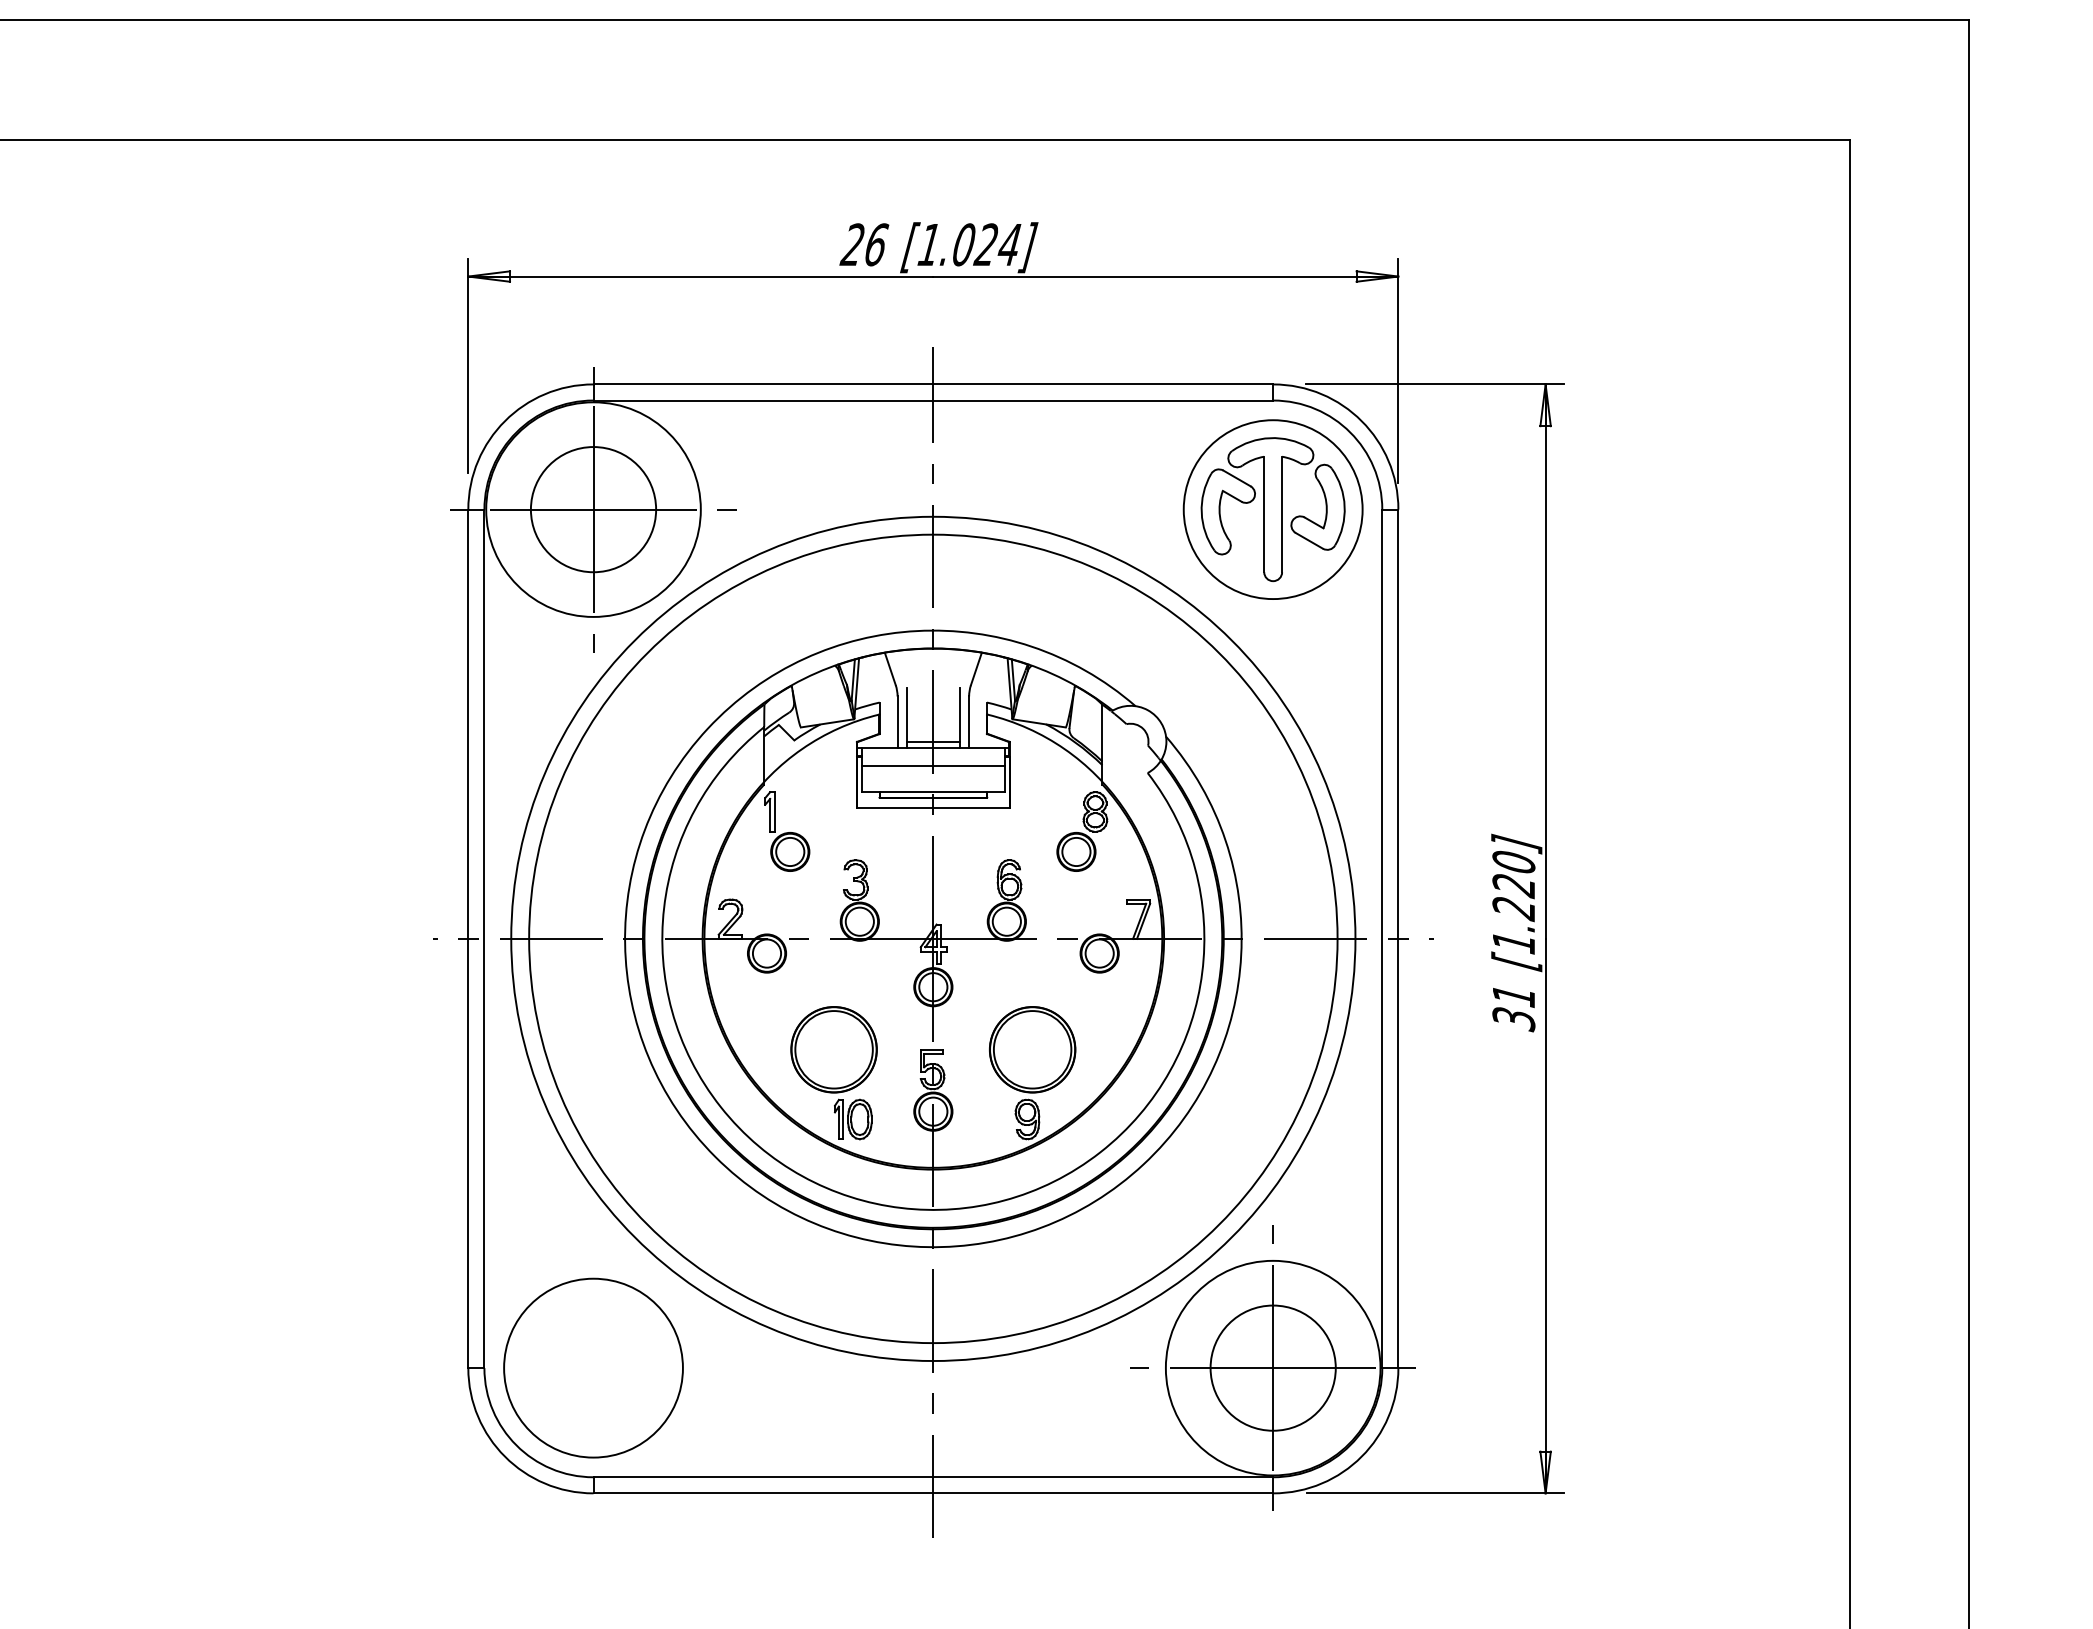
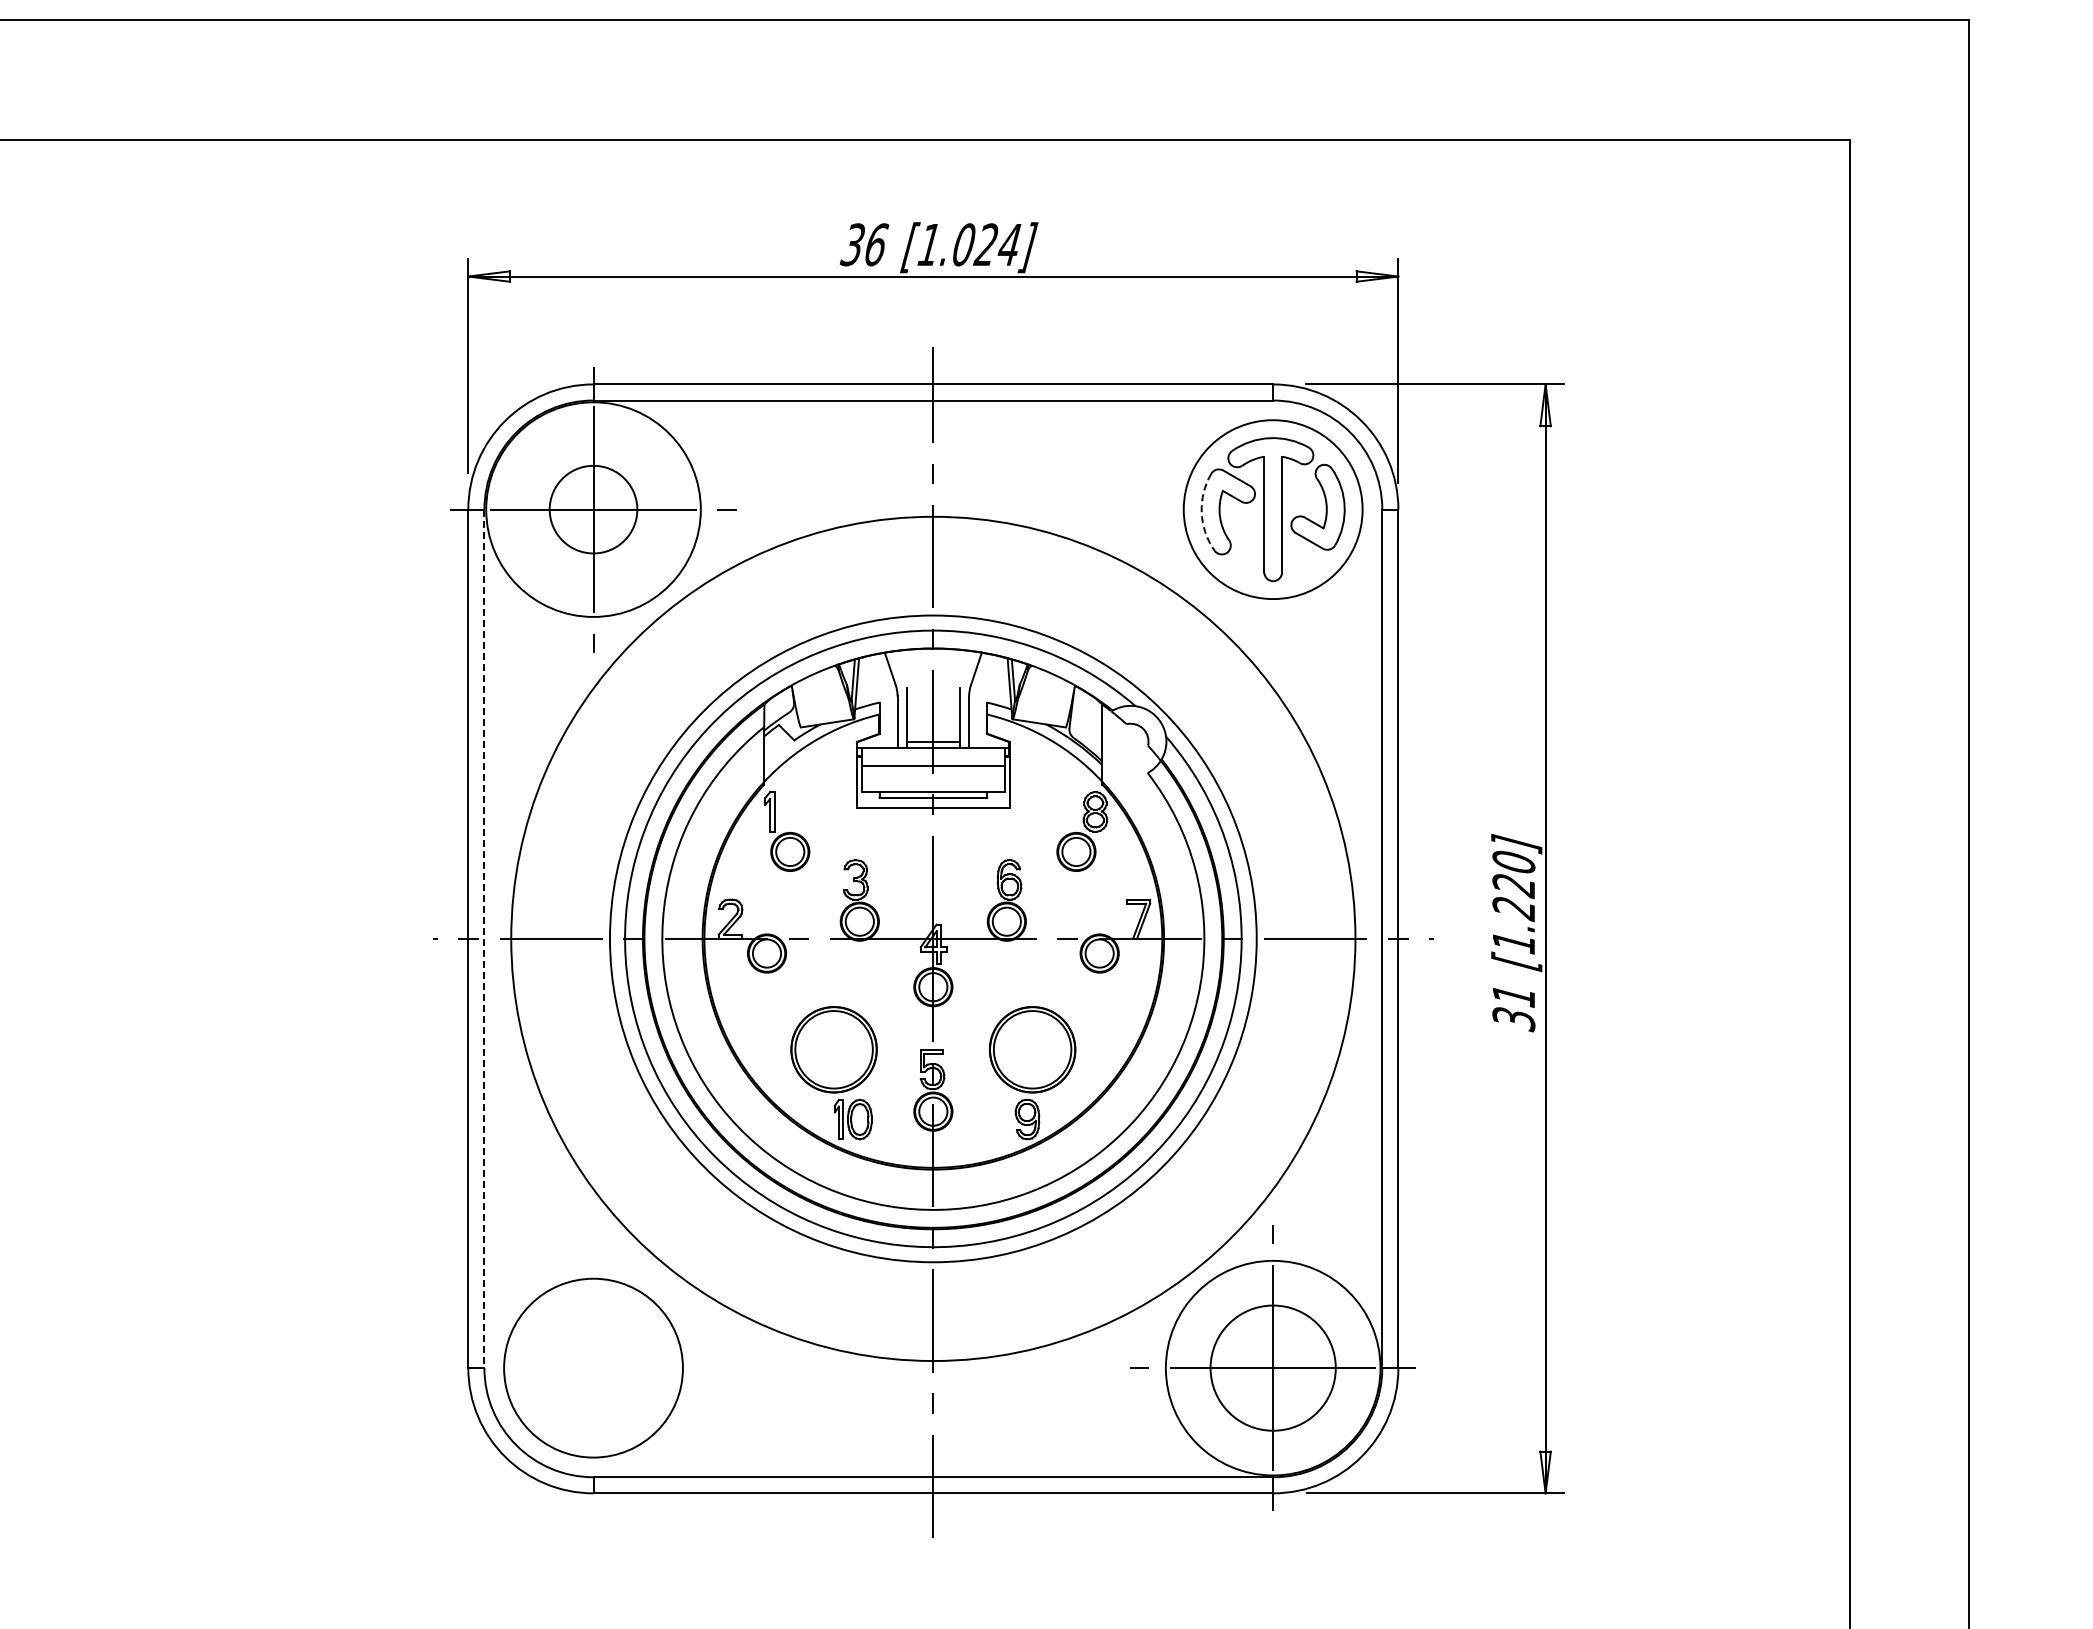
text at (851, 244): 26 -> 36
circle at (593, 509) diameter: 125 px -> 88 px
arc at (1201, 512): solid -> dashed
circle at (933, 938) diameter: 808 px -> 647 px
line at (484, 939): solid -> dashed
